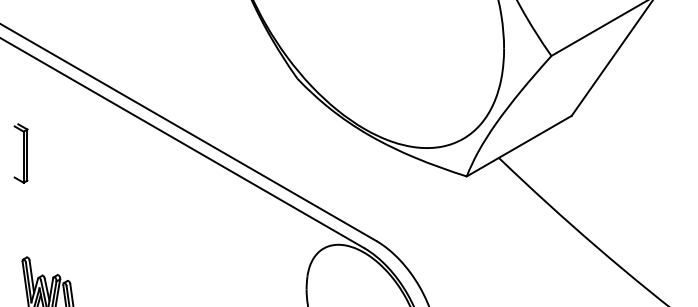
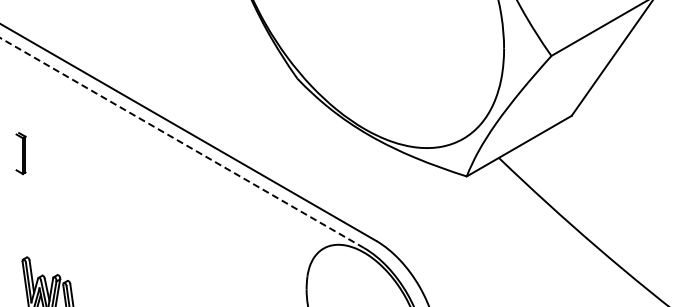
line at (182, 143): solid -> dashed
part at (20, 153) size: 16x61 px -> 12x44 px
